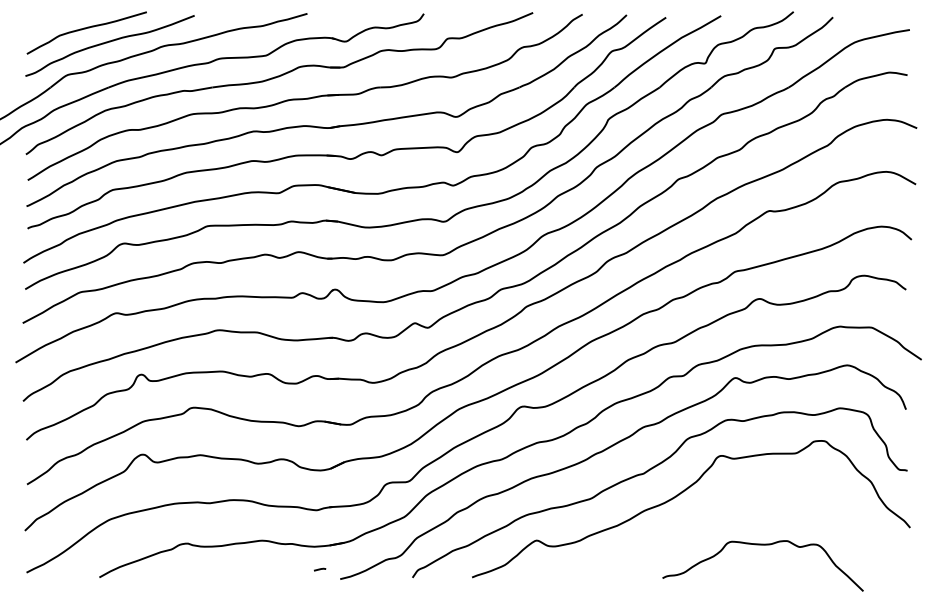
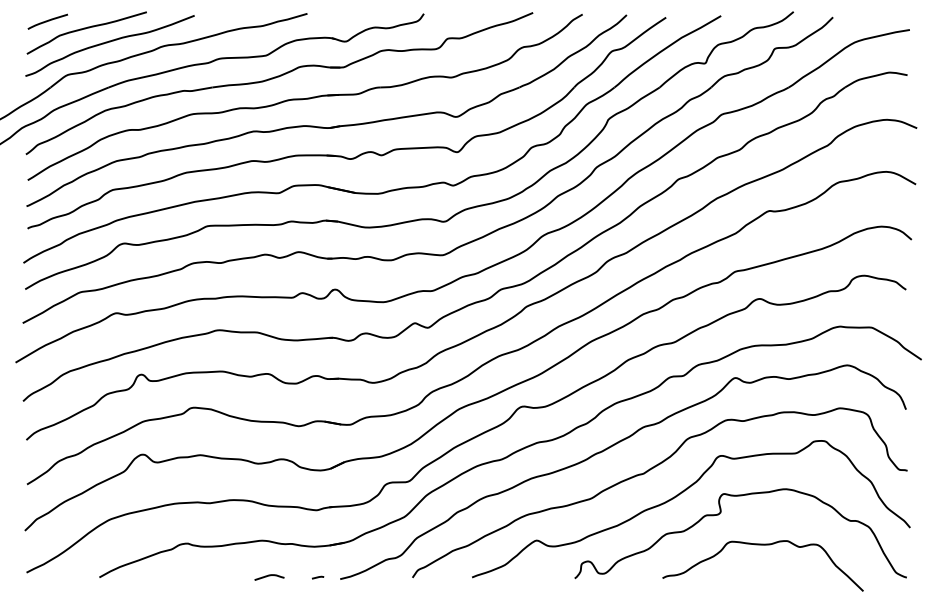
line at (47, 21): none -> present
curve at (720, 513): none -> present
line at (320, 569) position: (320, 569) -> (318, 577)
curve at (269, 576): none -> present
